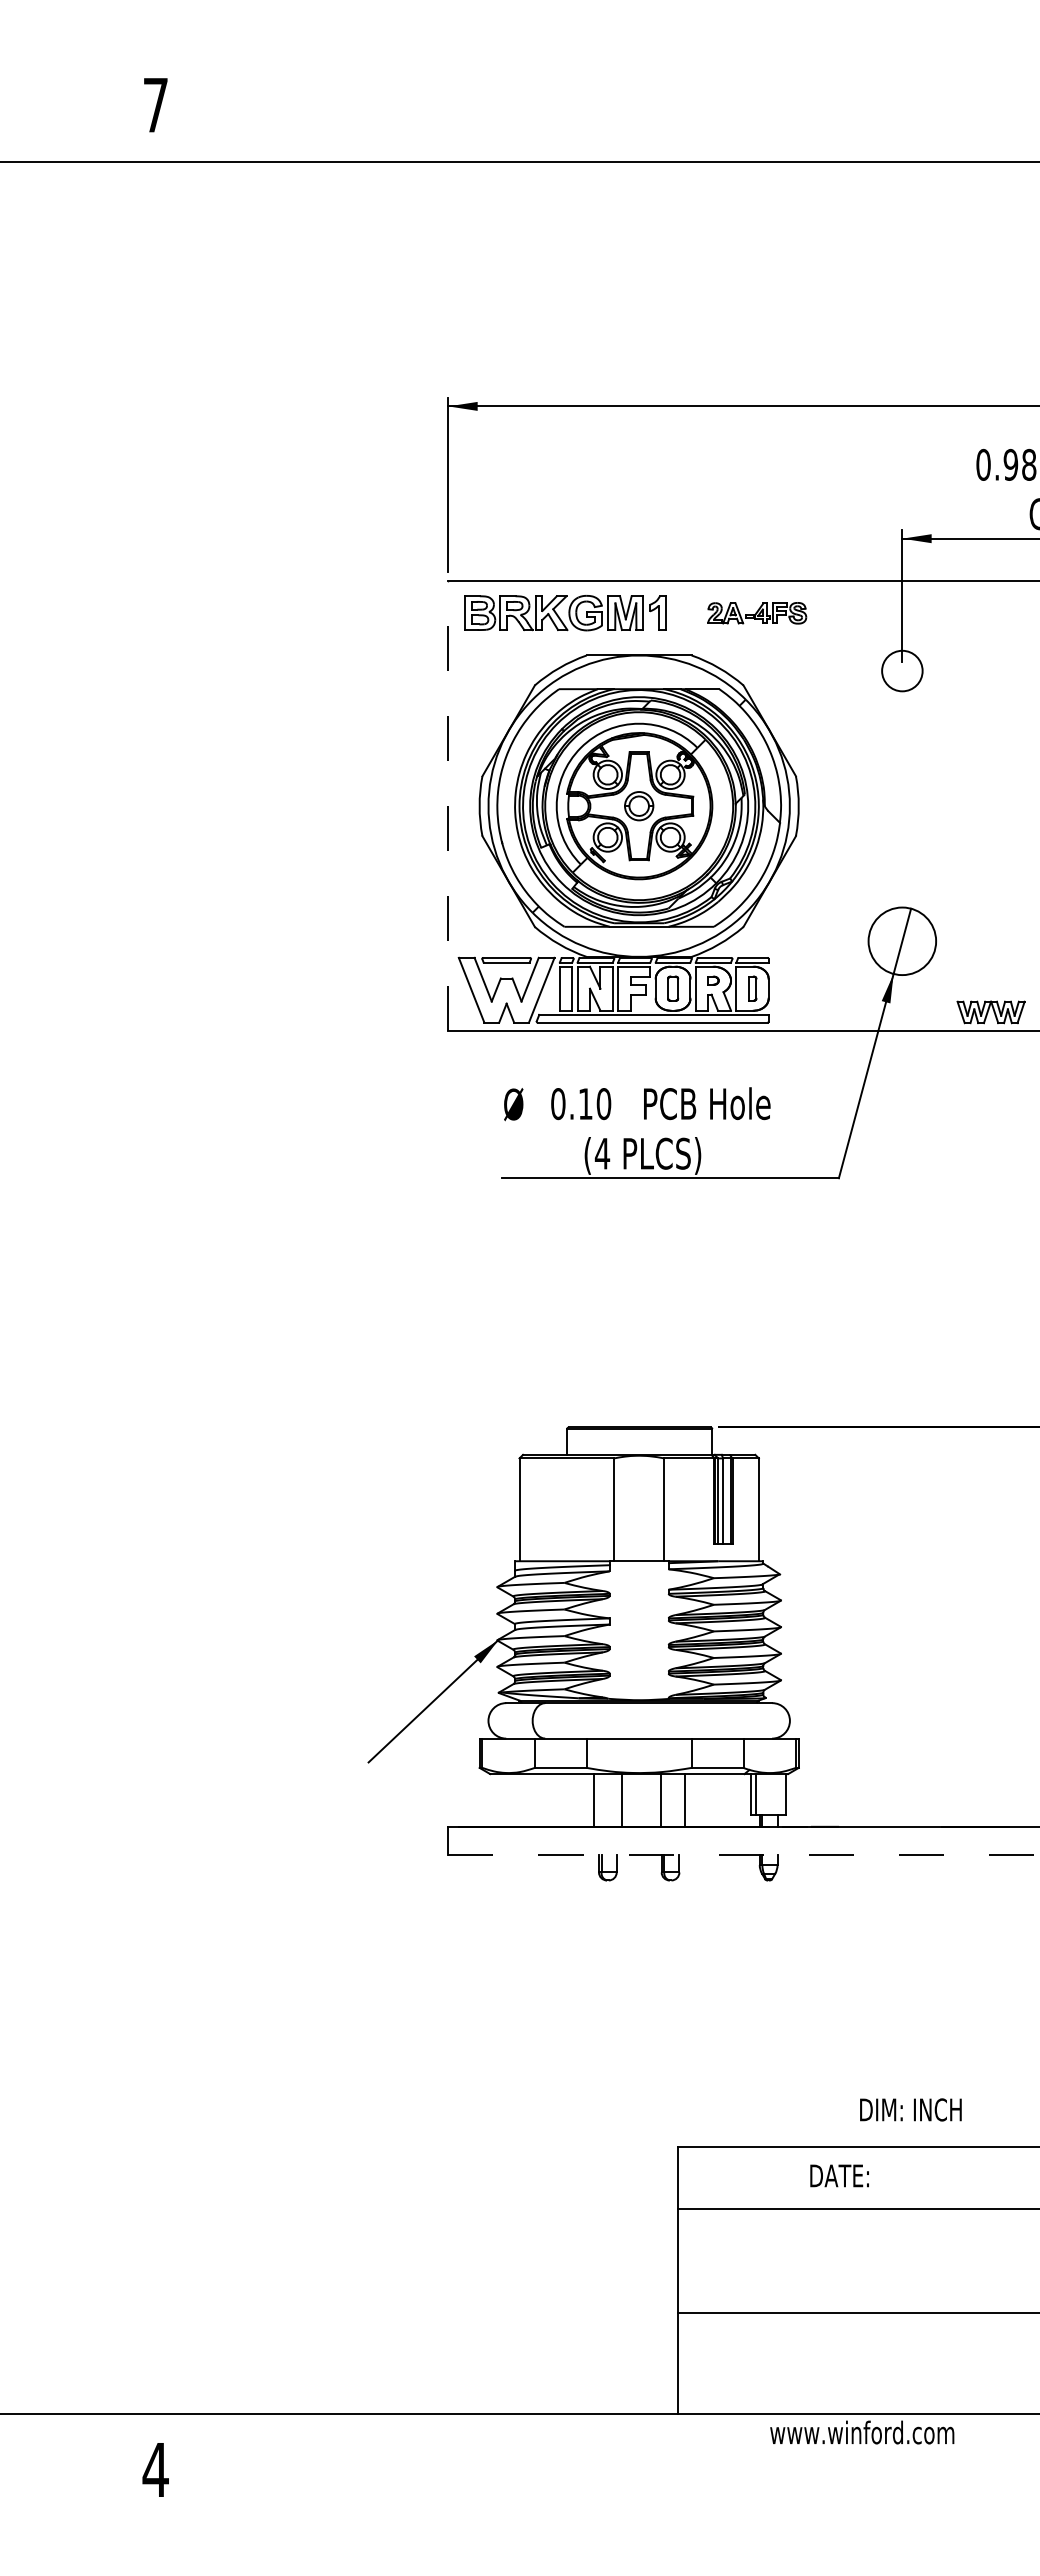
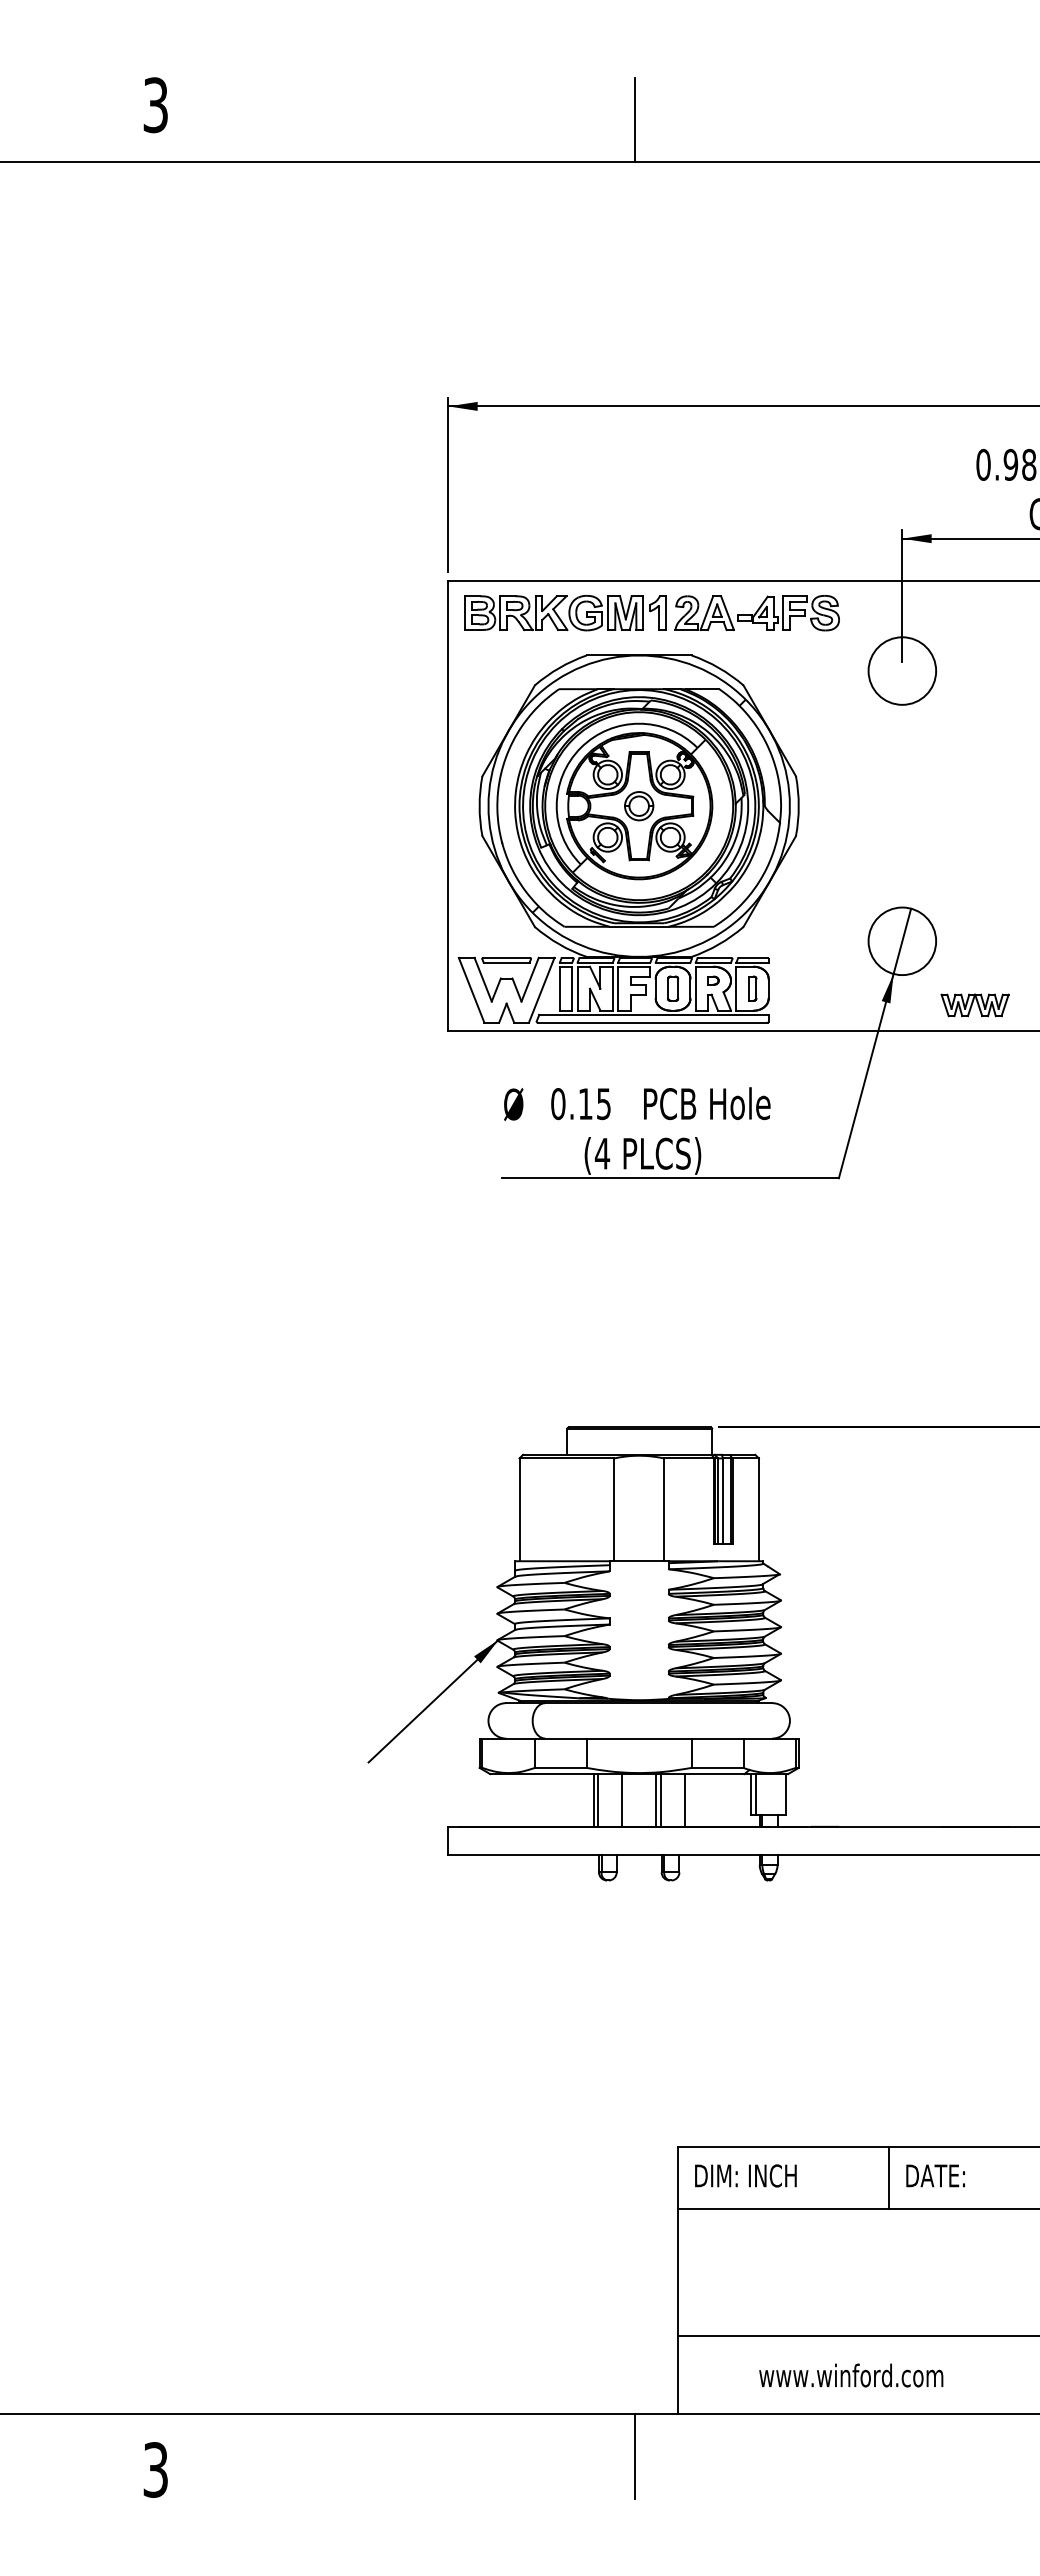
text at (155, 105): 7 -> 3
line at (635, 119): none -> present
part at (757, 613) size: 101x23 px -> 166x37 px
circle at (902, 670) diameter: 41 px -> 68 px
line at (448, 805): dashed -> solid
part at (990, 1012) position: (990, 1012) -> (974, 1005)
text at (603, 1104): 0.10 -> 0.15
line at (597, 1800): none -> present
line at (656, 1800): none -> present
line at (744, 1855): dashed -> solid
text at (910, 2109) position: (910, 2109) -> (745, 2175)
text at (839, 2175) position: (839, 2175) -> (935, 2175)
line at (888, 2177): none -> present
line at (857, 2312) position: (857, 2312) -> (857, 2335)
text at (862, 2432) position: (862, 2432) -> (851, 2375)
line at (635, 2456): none -> present
text at (155, 2469): 4 -> 3
